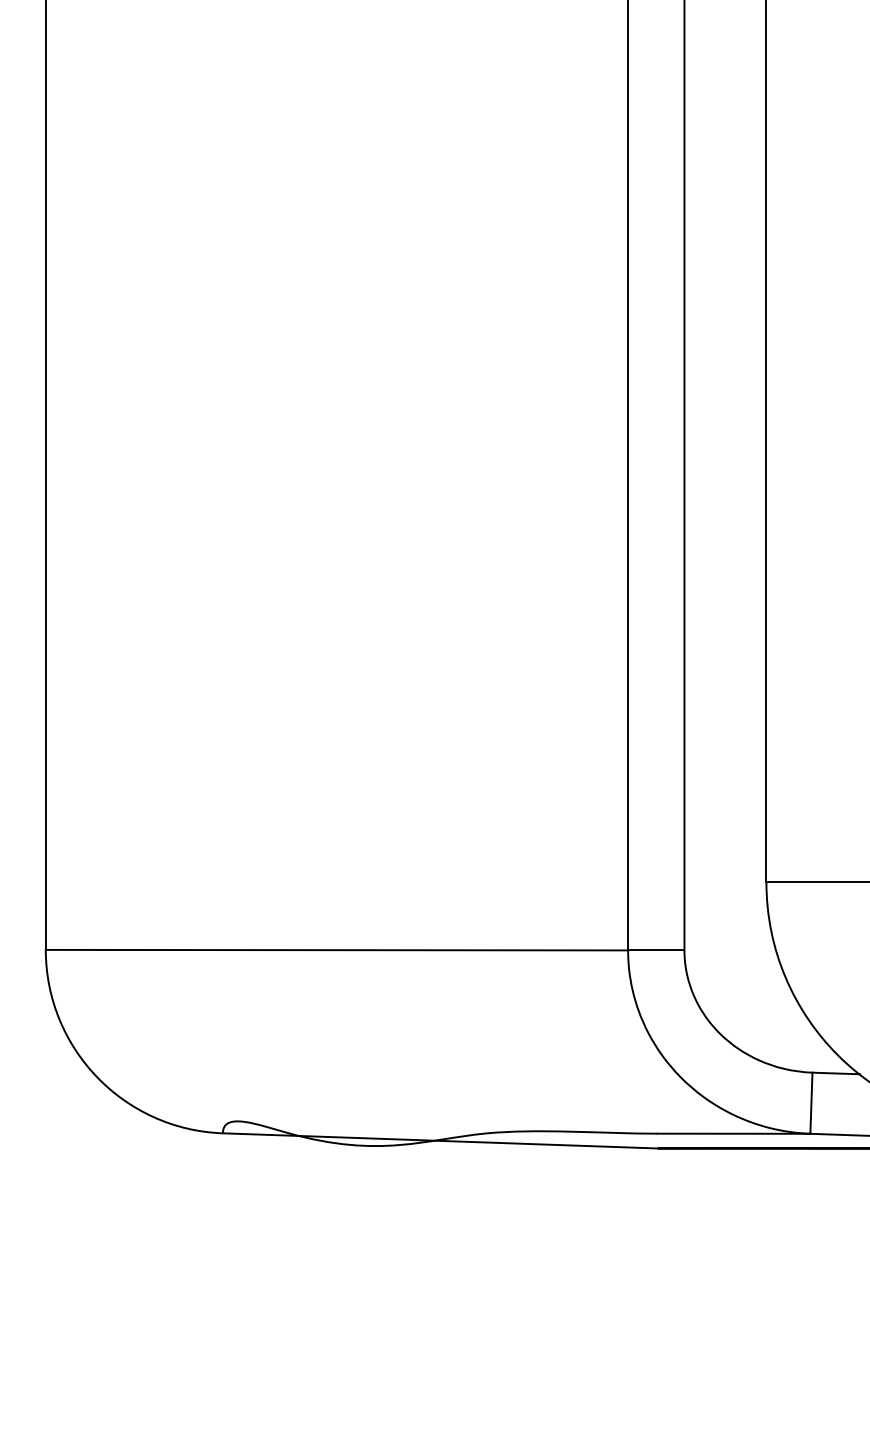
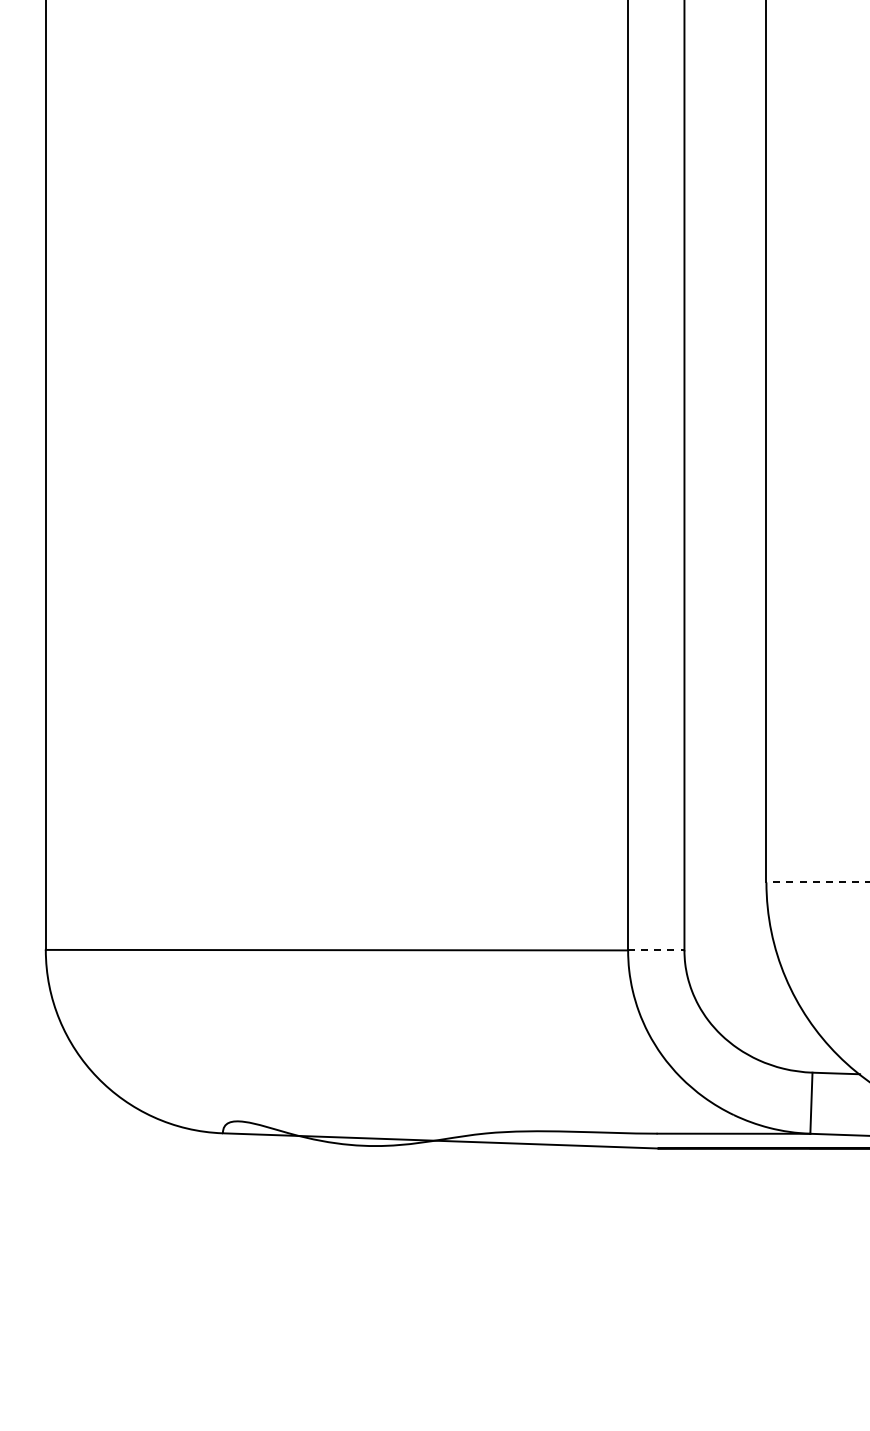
line at (817, 882): solid -> dashed
line at (656, 950): solid -> dashed
